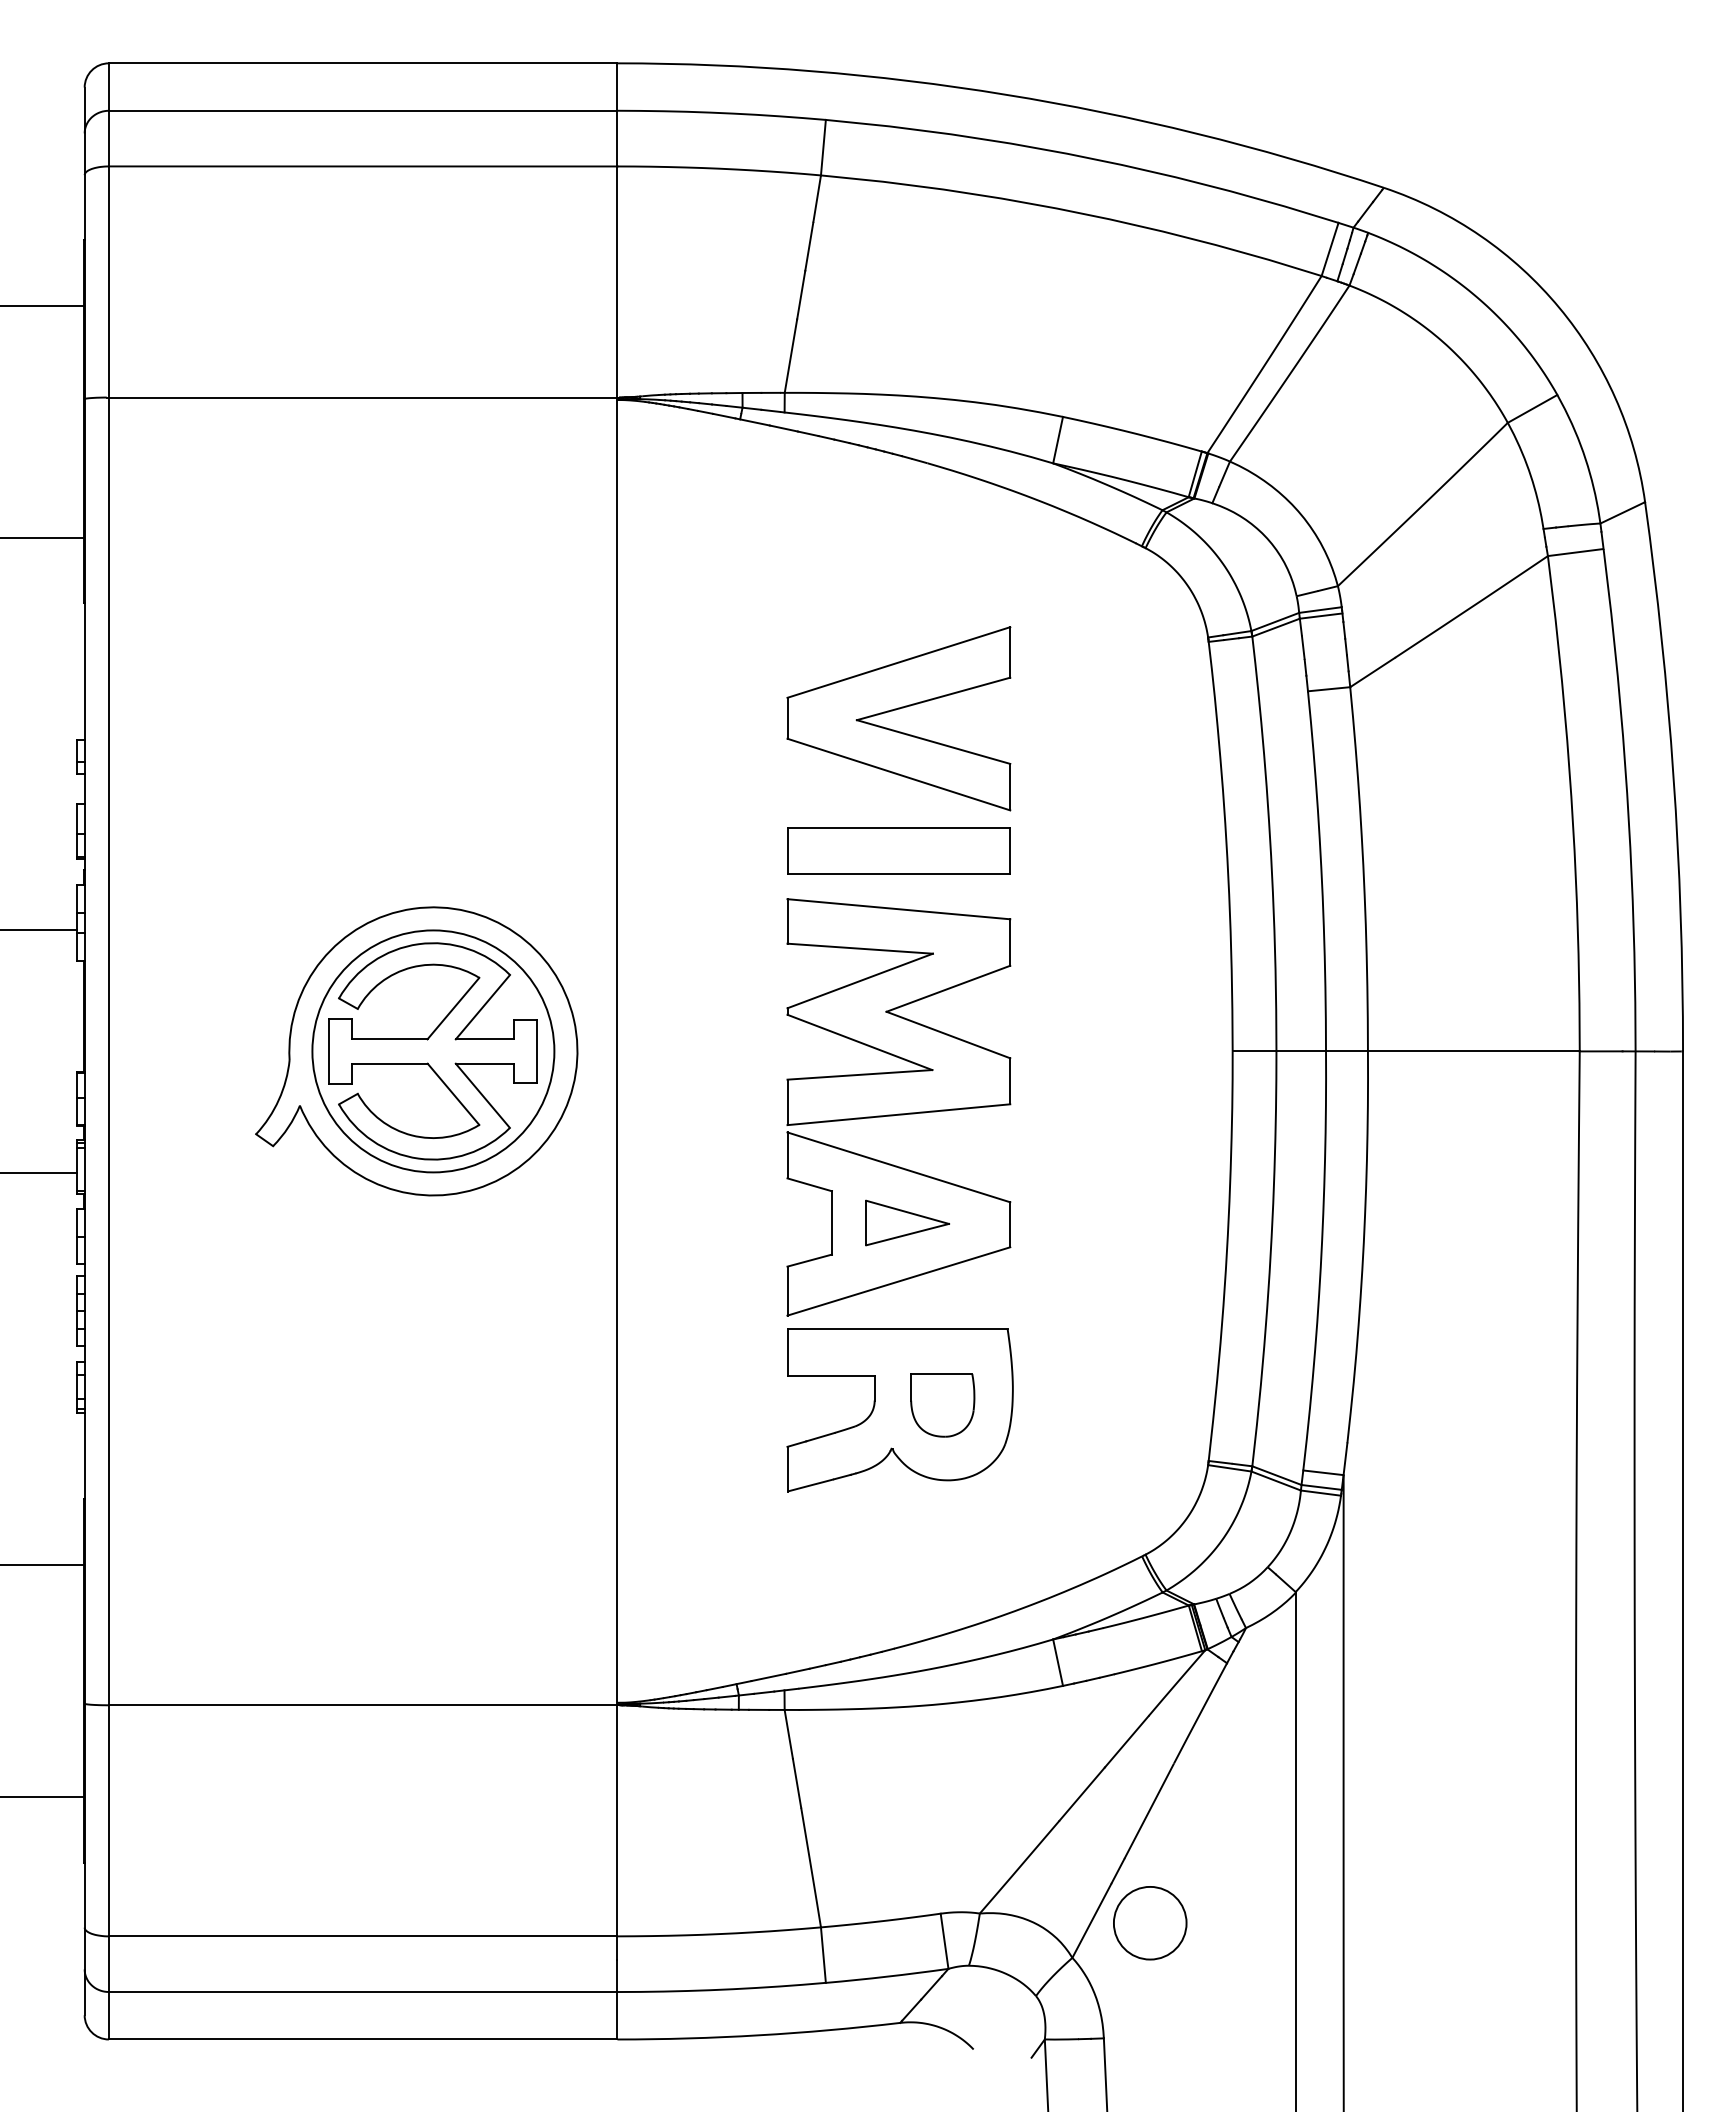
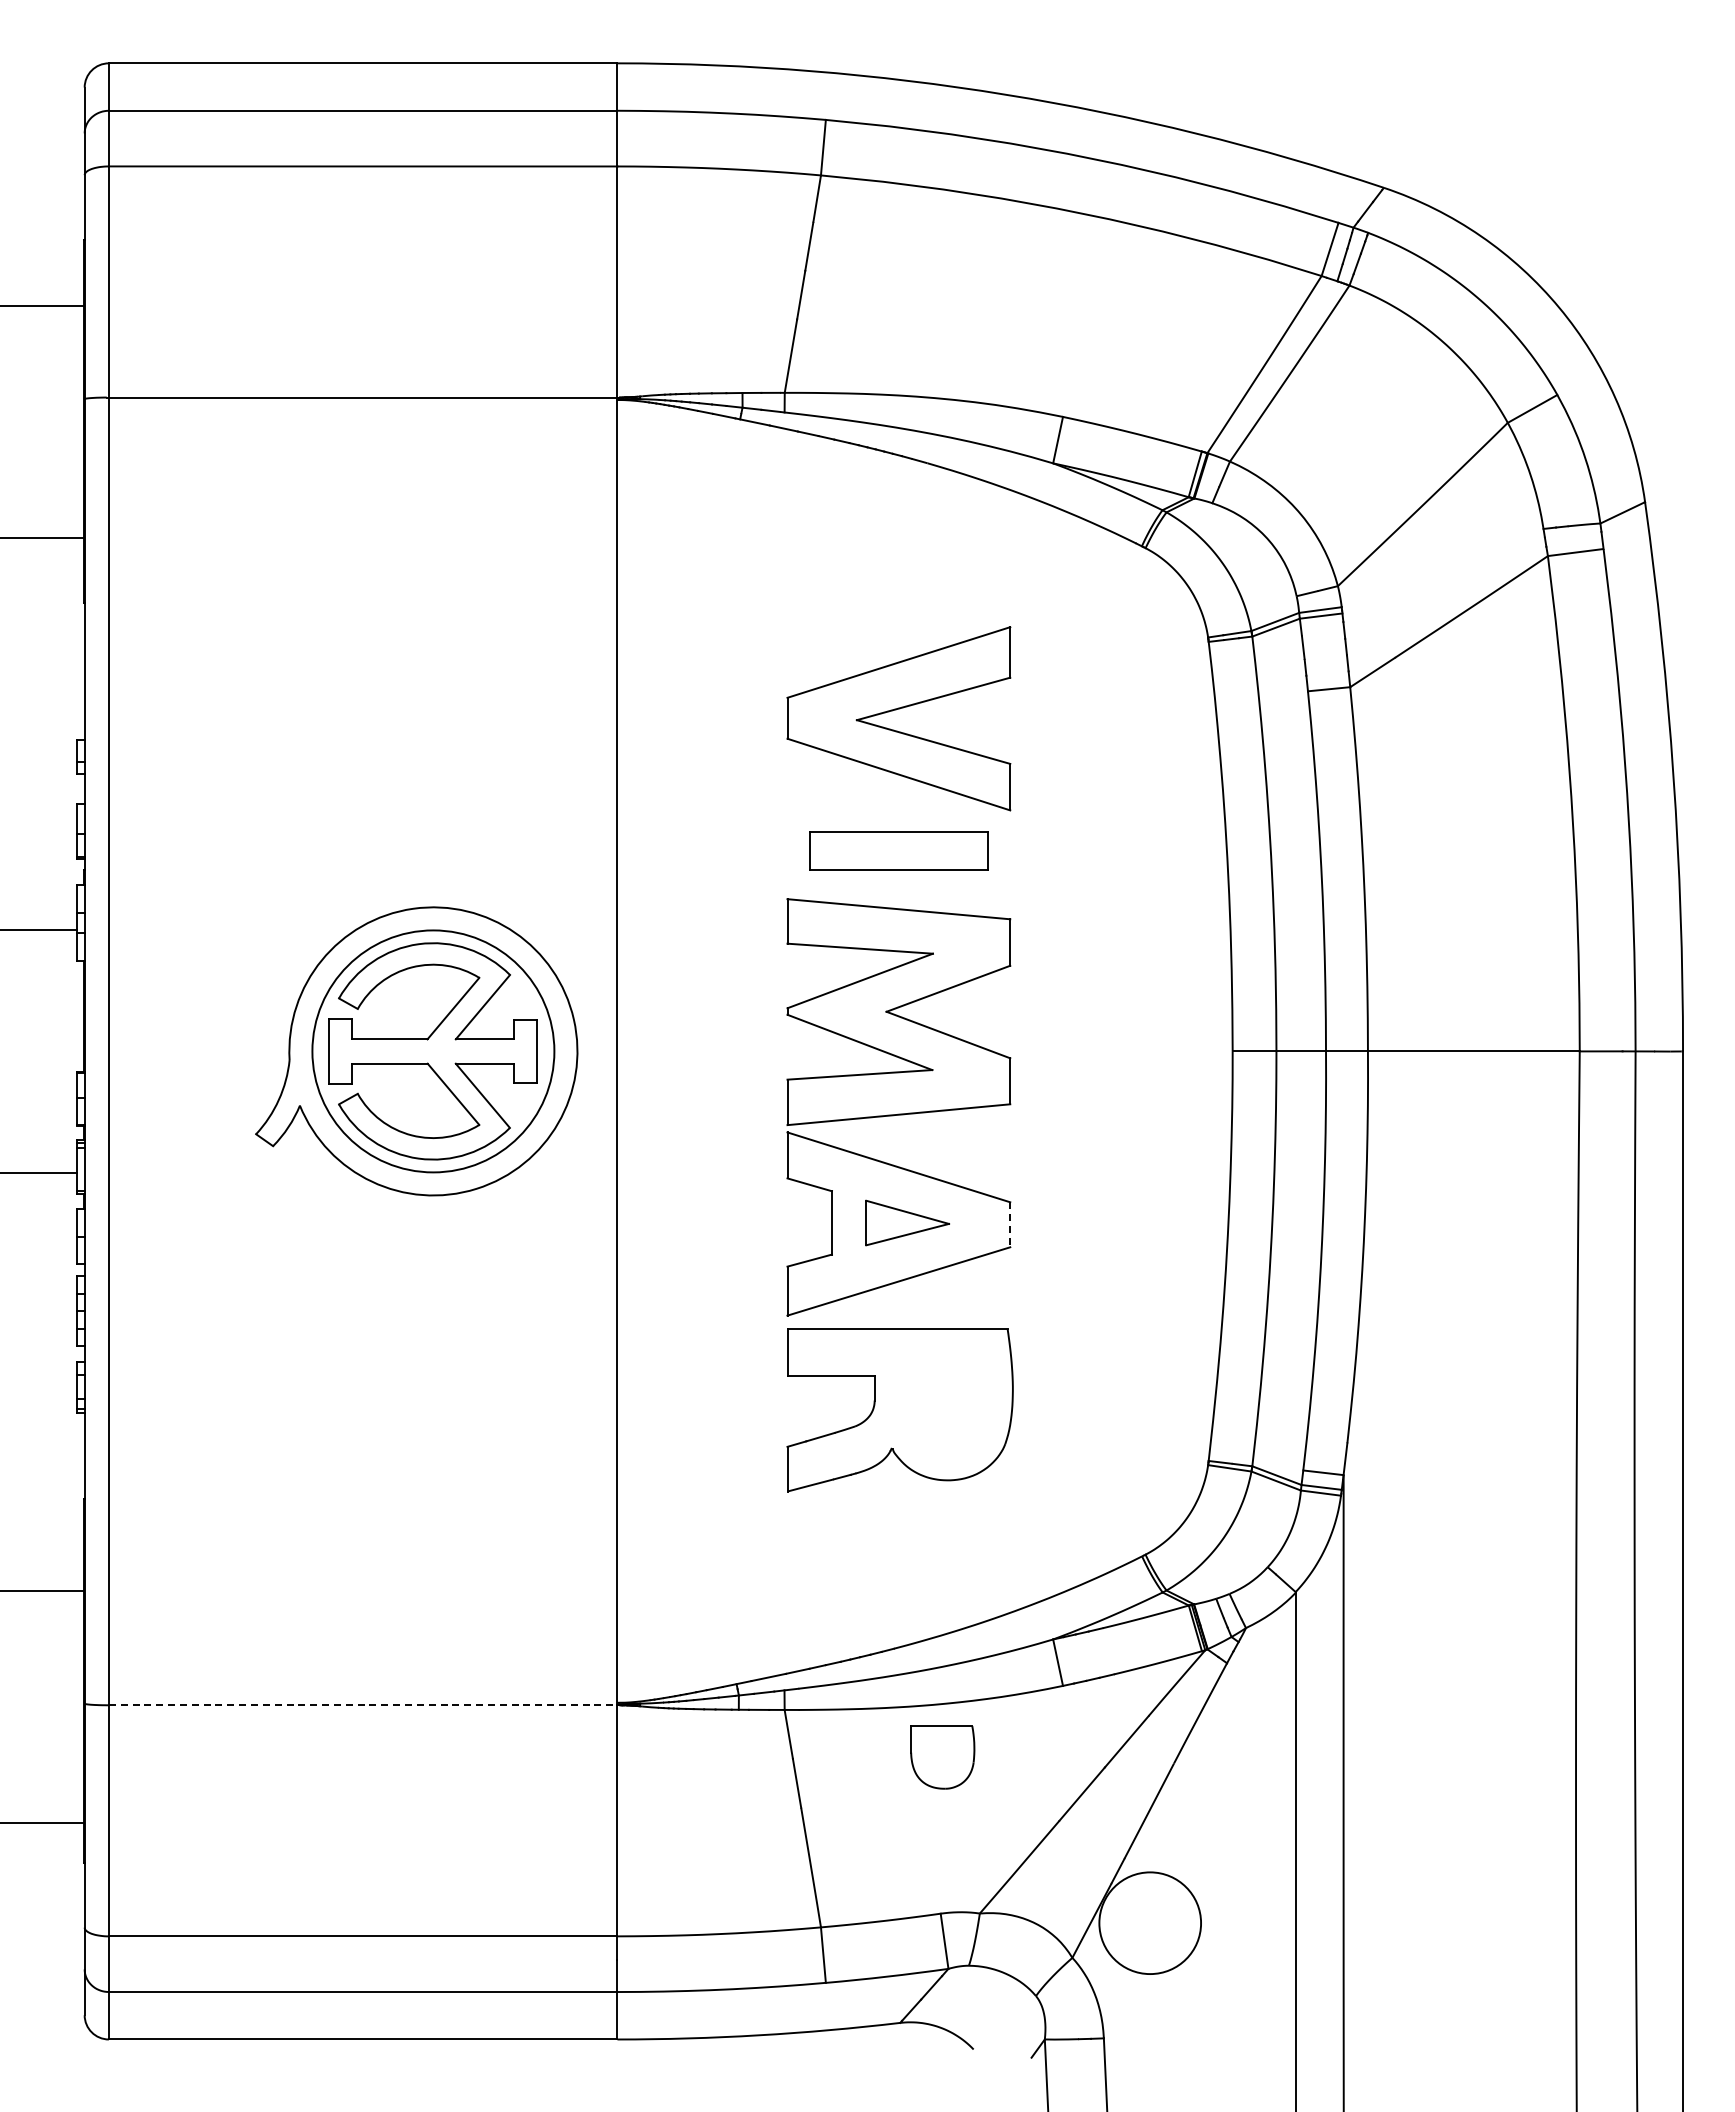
part at (898, 850) size: 224x48 px -> 180x40 px
line at (1010, 1225): solid -> dashed
part at (942, 1405) position: (942, 1405) -> (942, 1757)
line at (43, 1564) position: (43, 1564) -> (43, 1590)
line at (363, 1705): solid -> dashed
line at (43, 1797) position: (43, 1797) -> (43, 1823)
circle at (1149, 1922) diameter: 73 px -> 102 px
